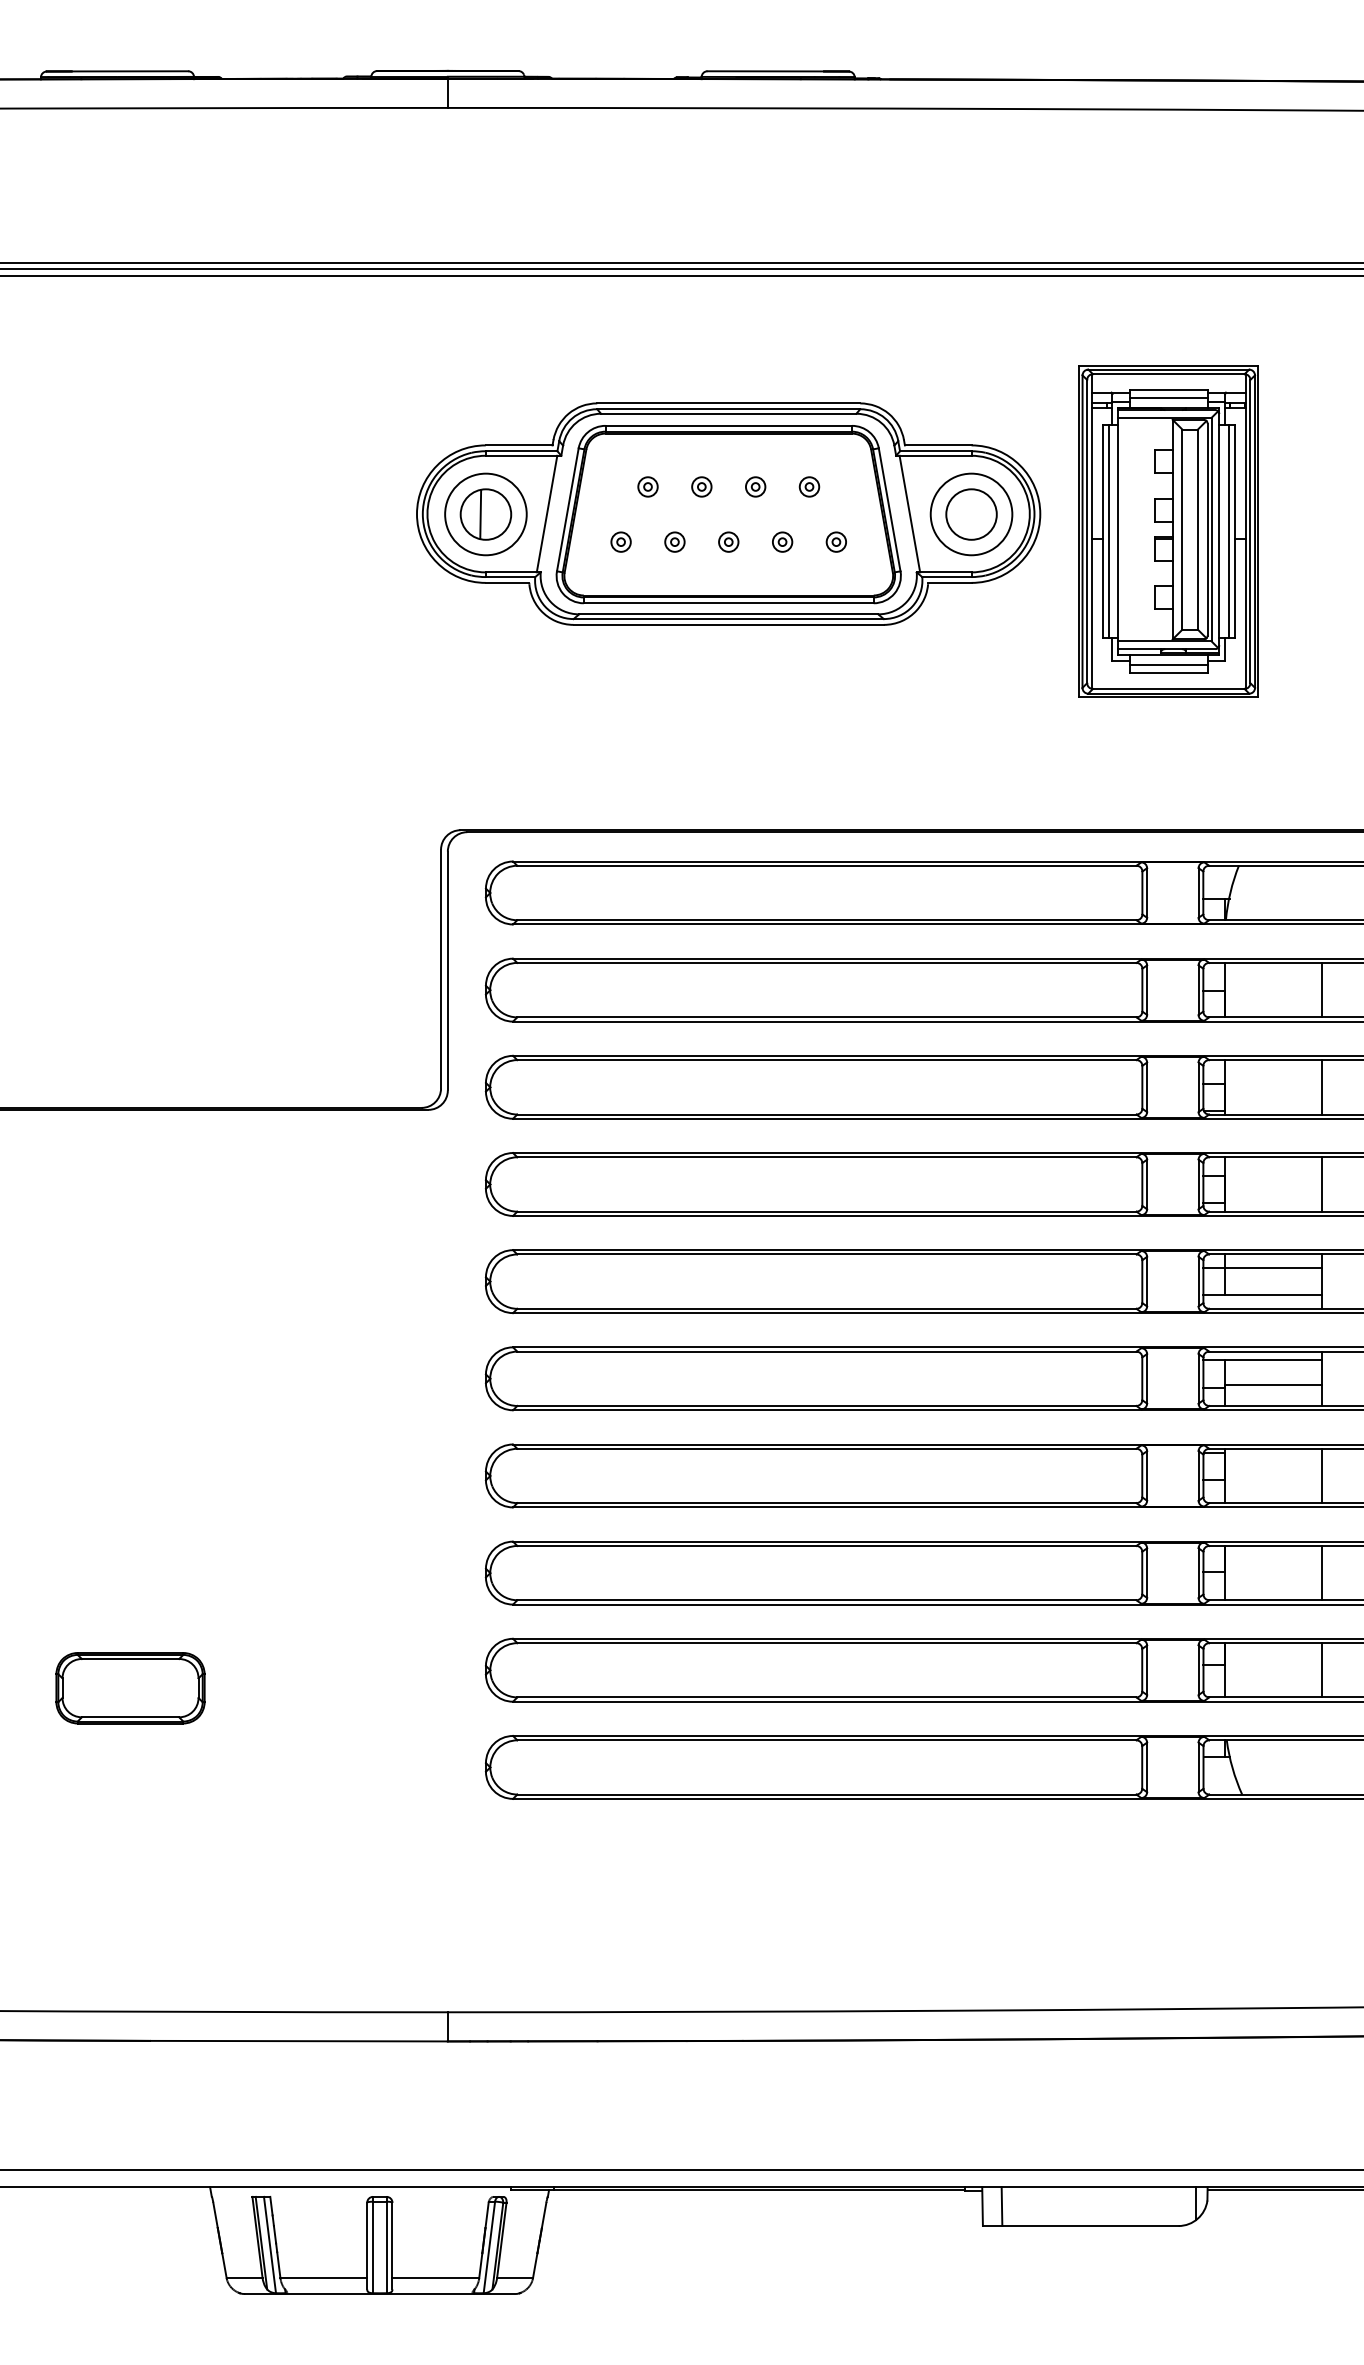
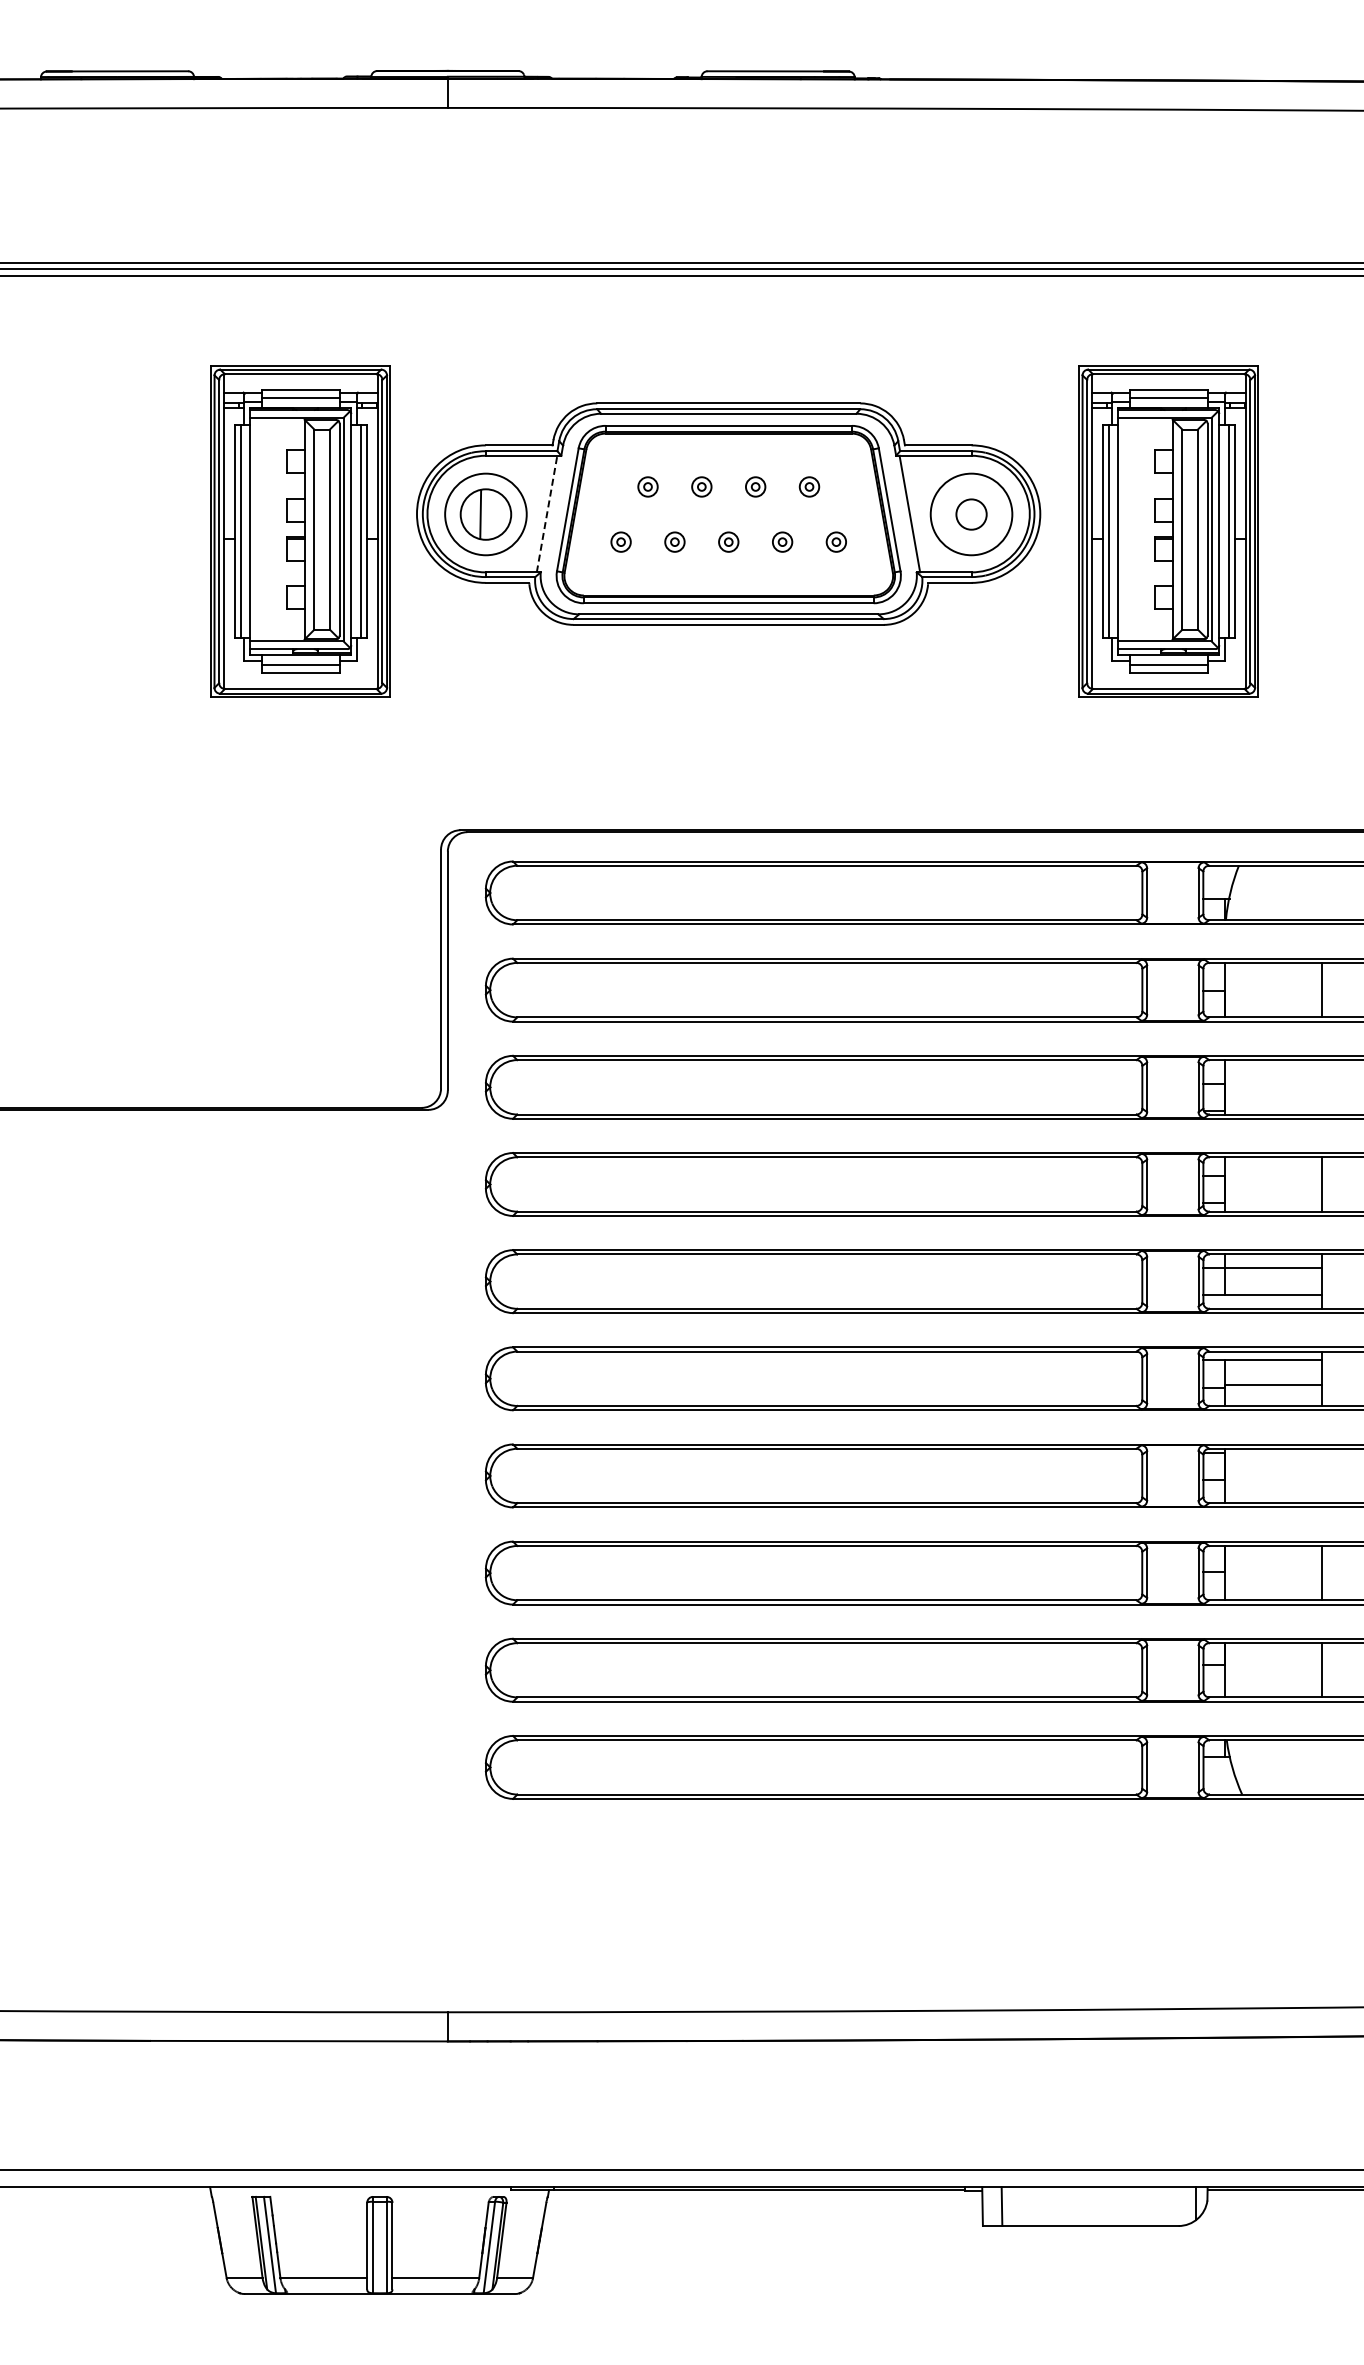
line at (547, 513): solid -> dashed
circle at (971, 514) diameter: 51 px -> 30 px
part at (300, 531): none -> present
line at (1322, 1087): present -> none
line at (1322, 1475): present -> none
part at (130, 1688): present -> none
